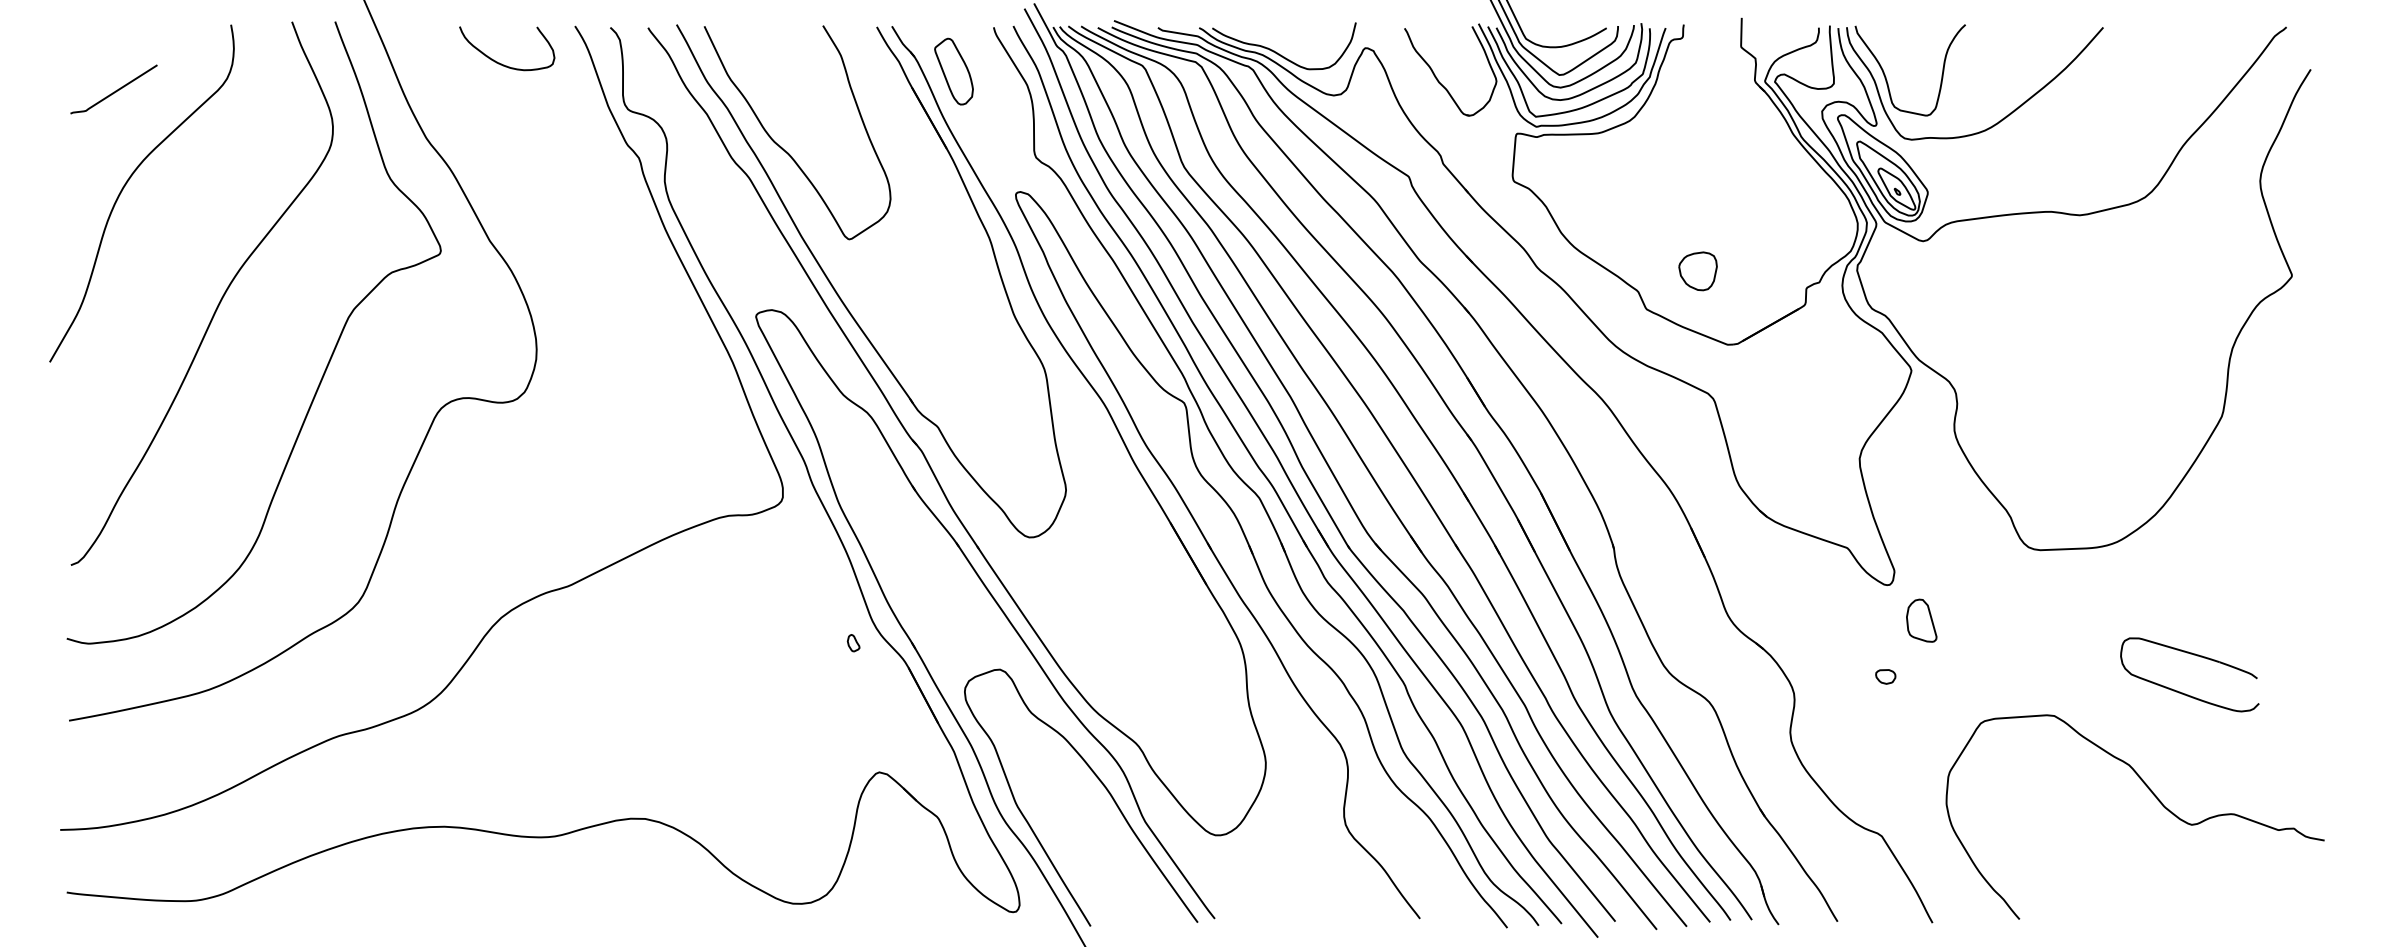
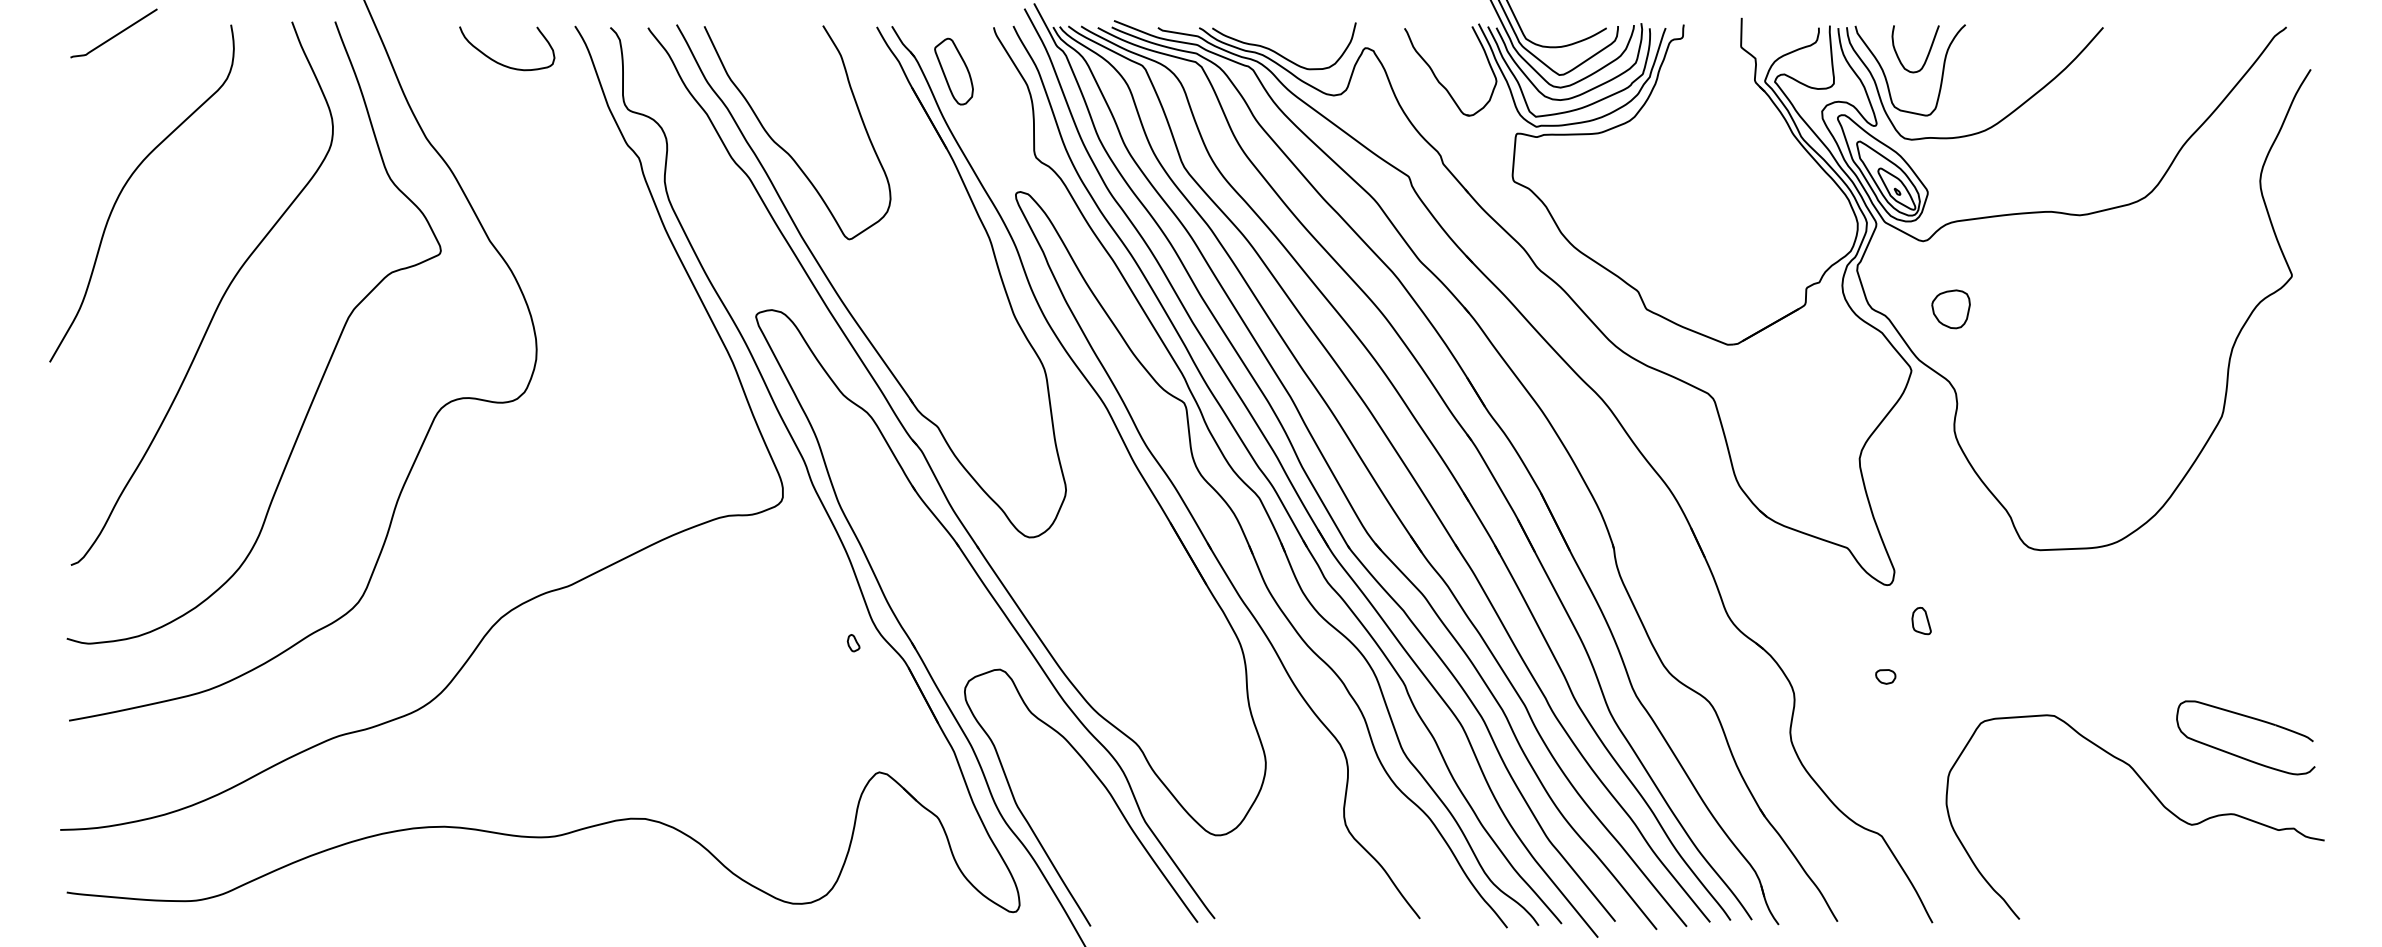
curve at (1927, 53): none -> present
curve at (115, 90) position: (115, 90) -> (115, 34)
part at (1697, 271) position: (1697, 271) -> (1950, 309)
part at (1921, 620) size: 32x45 px -> 21x29 px
part at (2180, 691) position: (2180, 691) -> (2236, 754)
